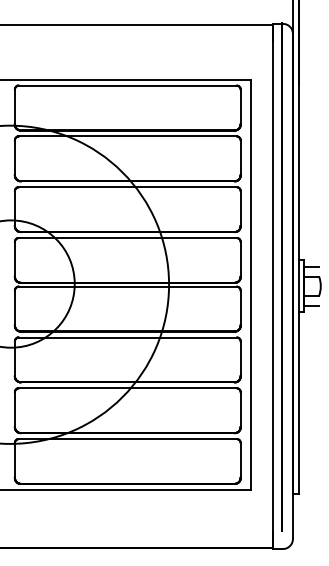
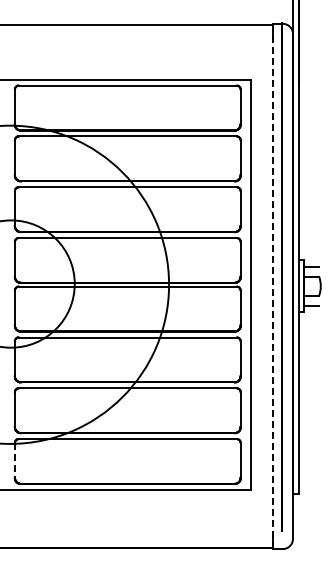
line at (273, 286): solid -> dashed
line at (14, 460): solid -> dashed
